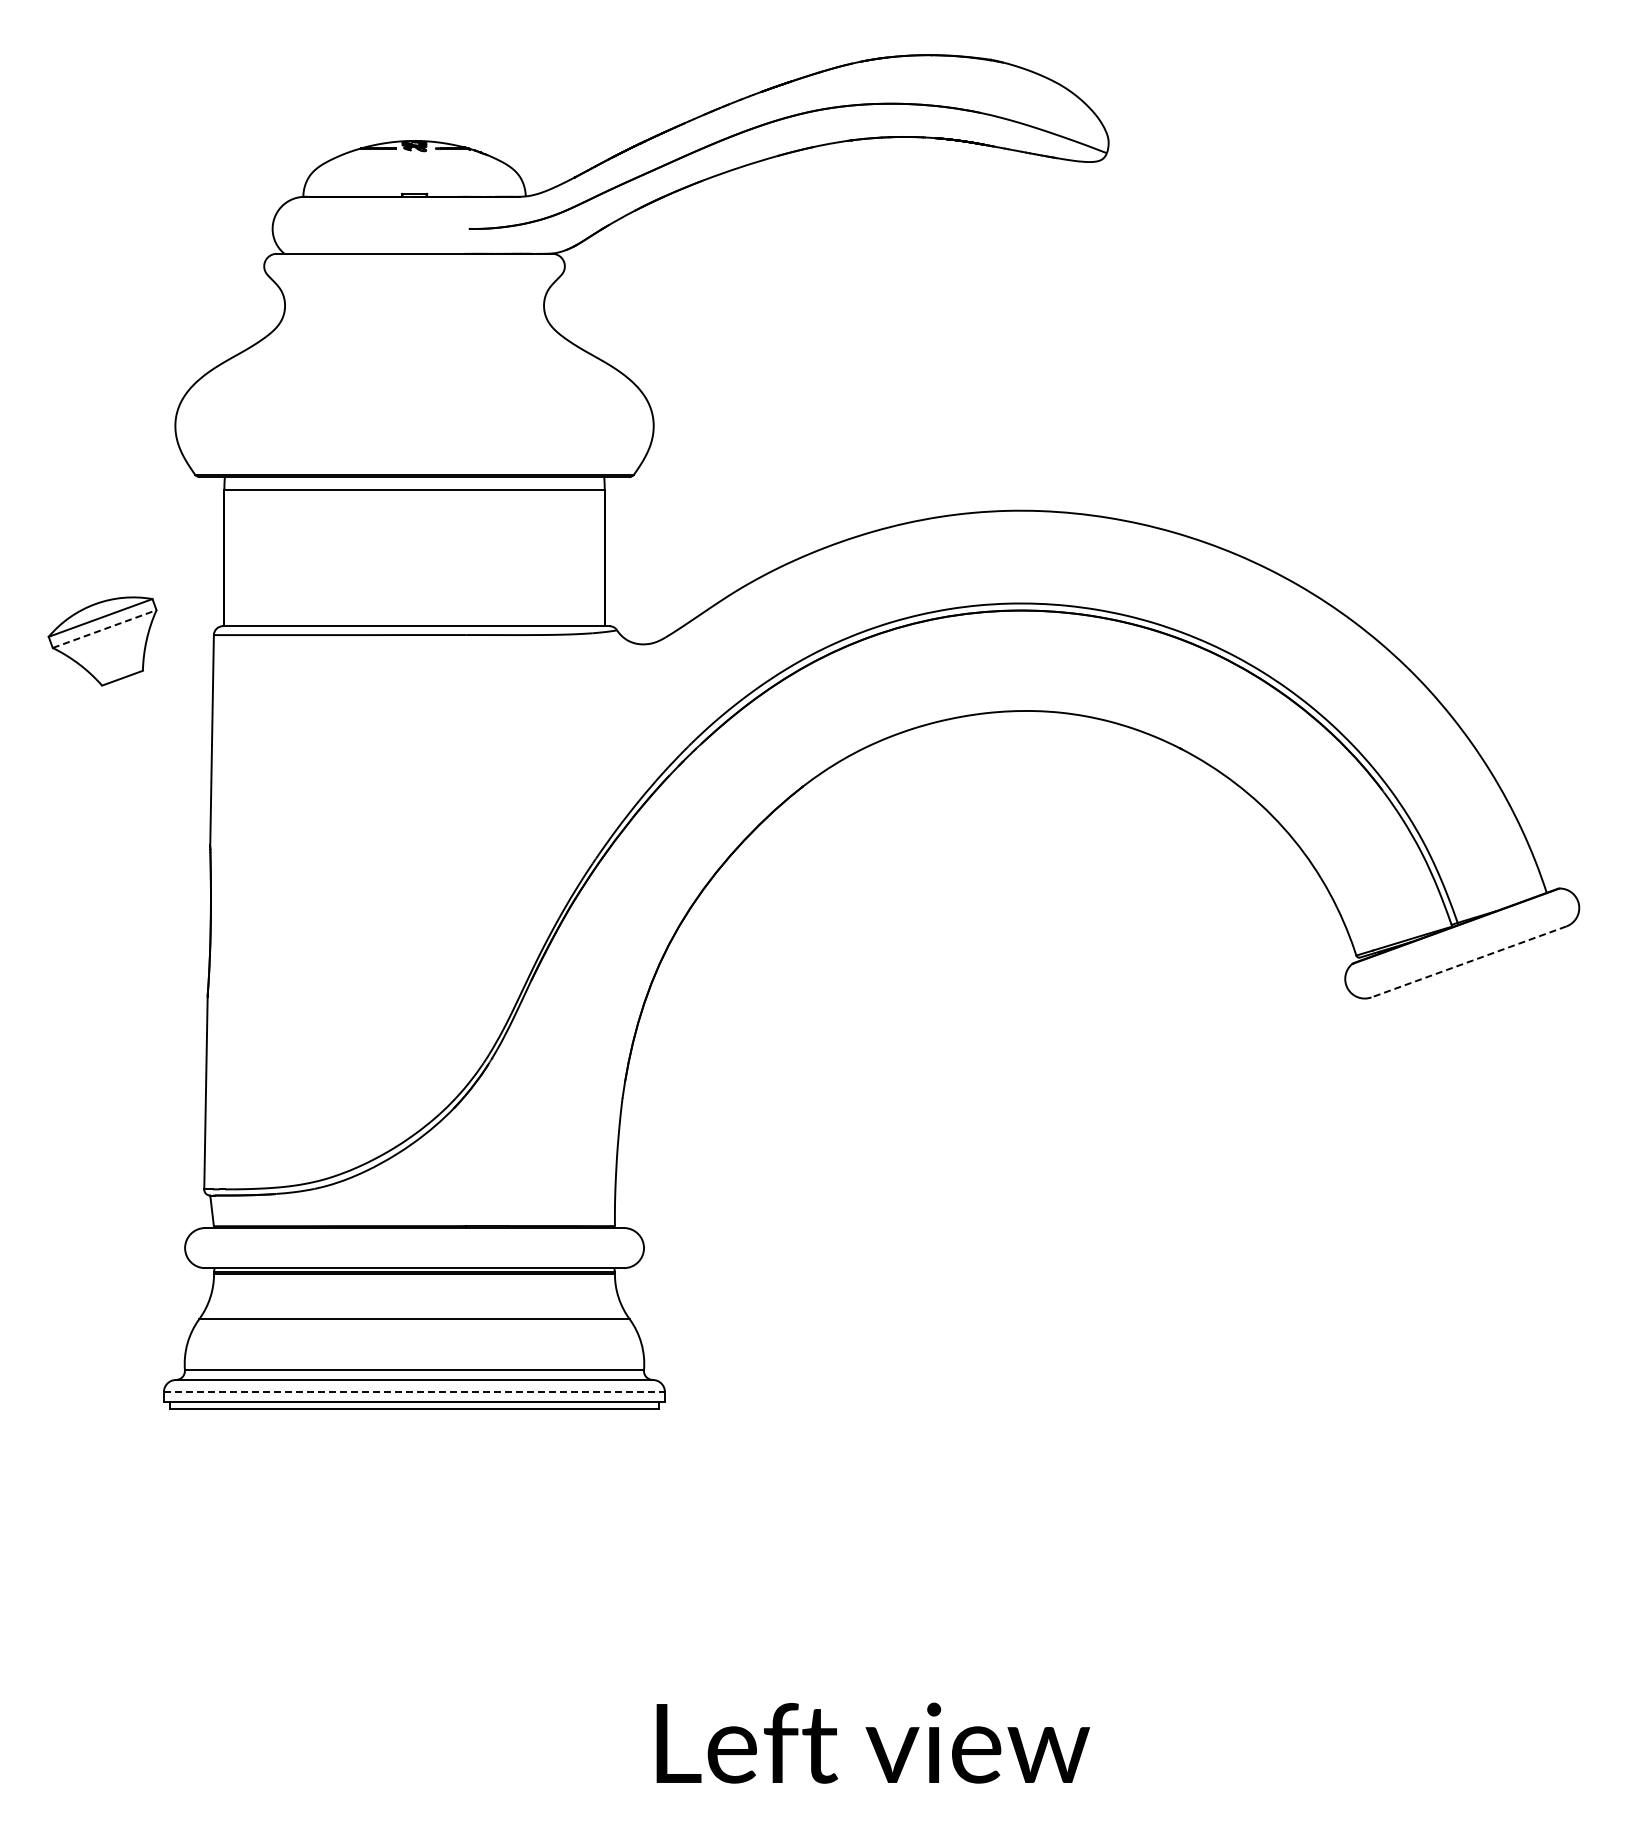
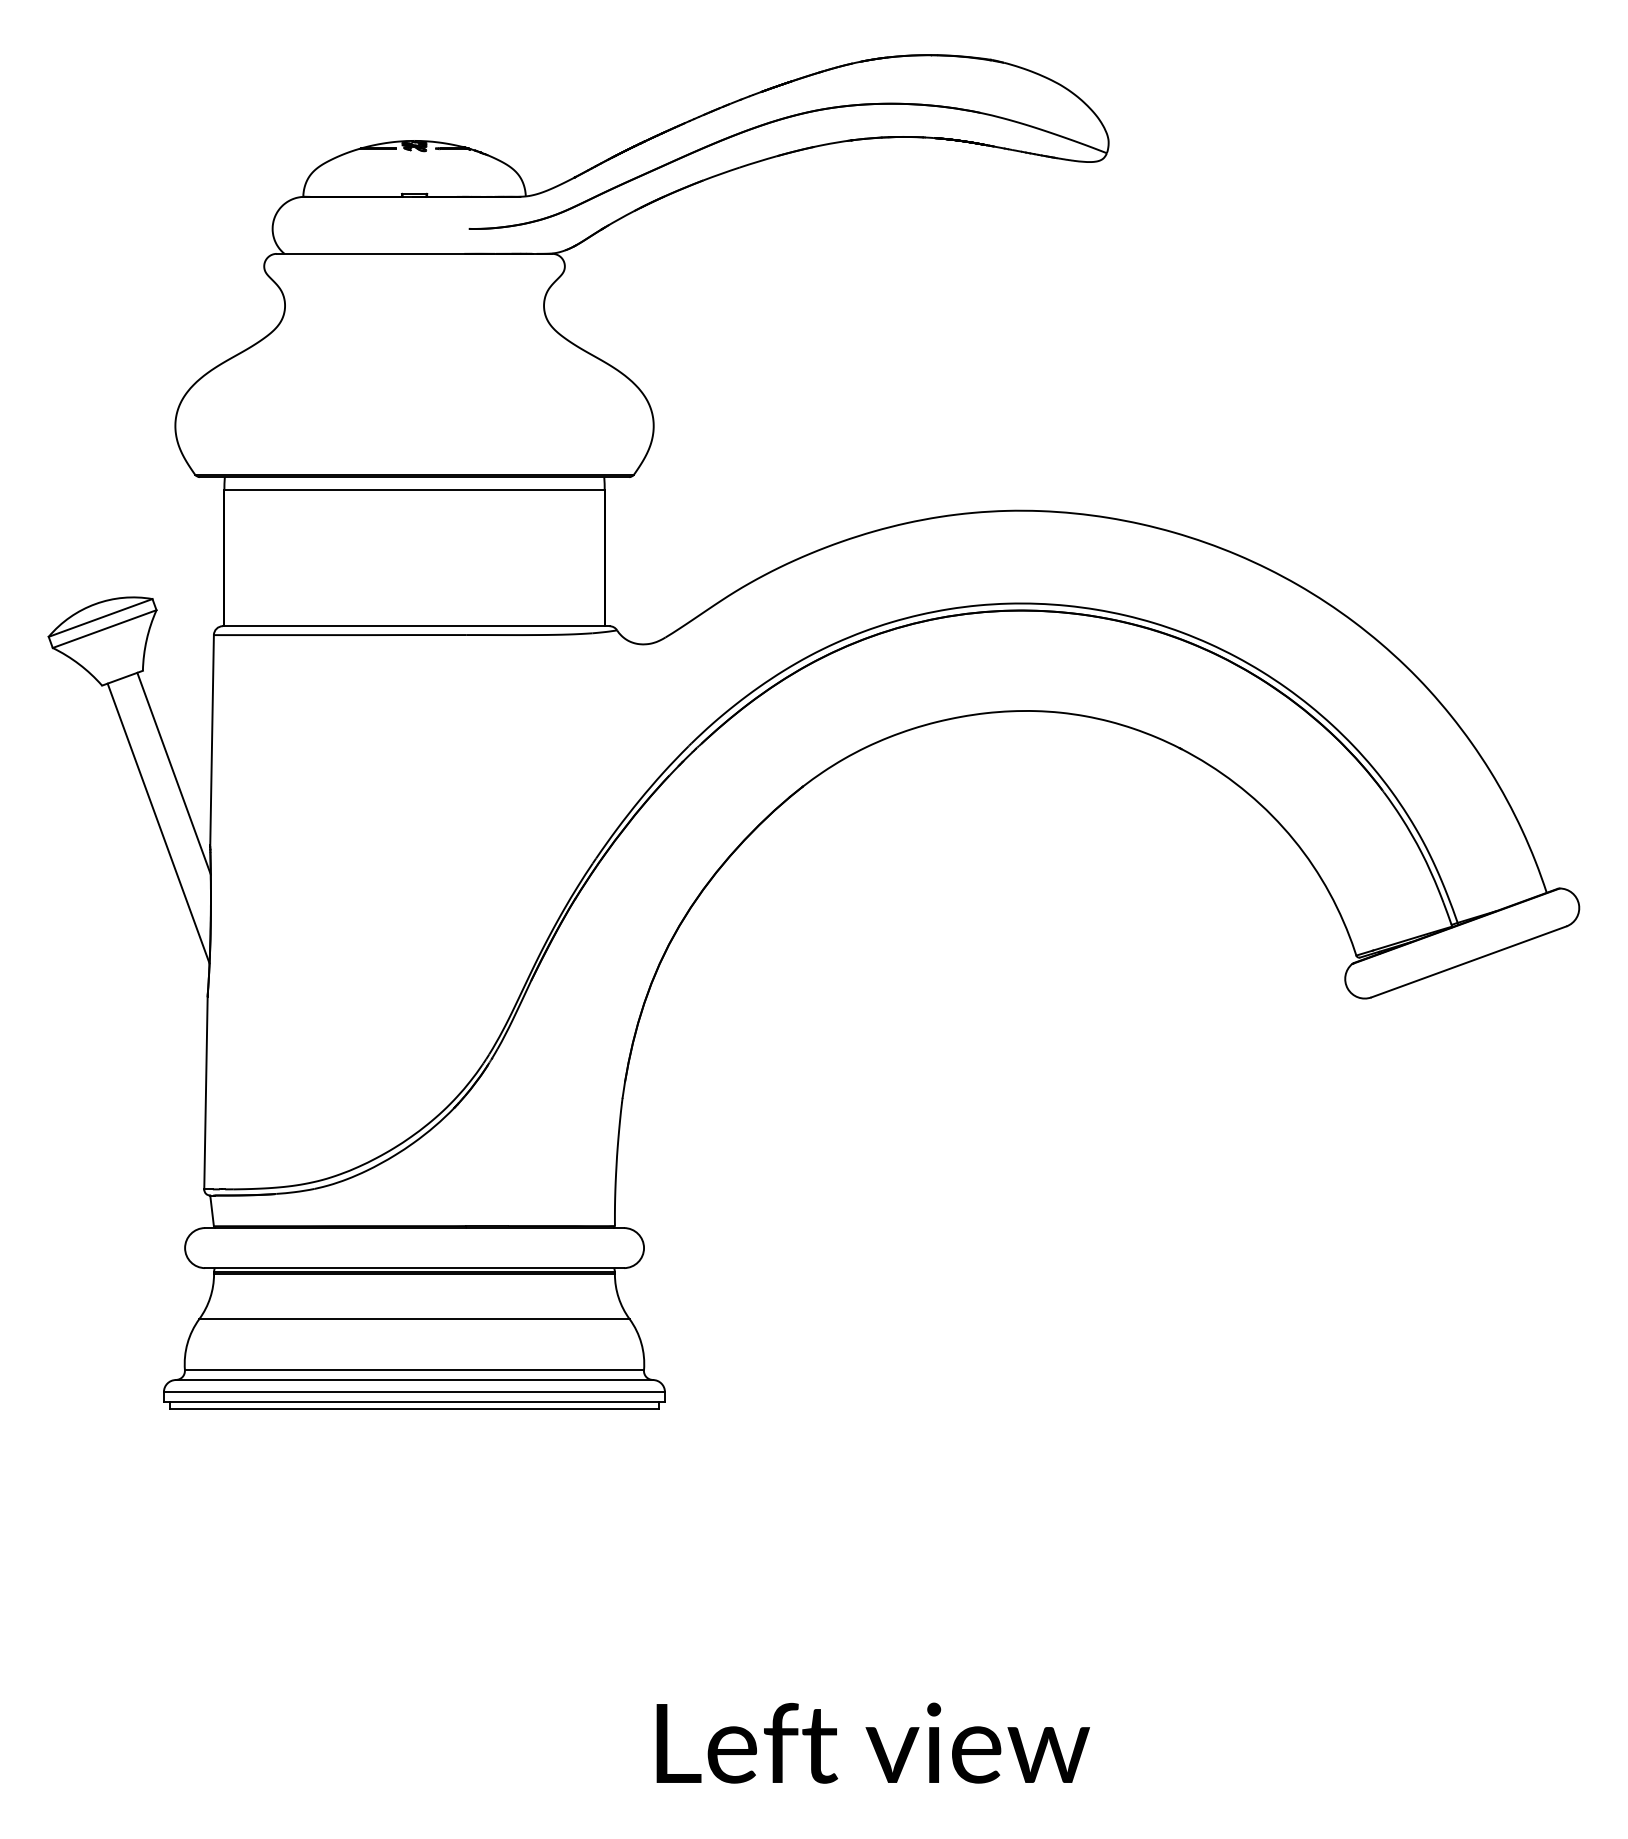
line at (105, 628): dashed -> solid
line at (173, 773): none -> present
line at (158, 823): none -> present
line at (1468, 961): dashed -> solid
line at (414, 1392): dashed -> solid
